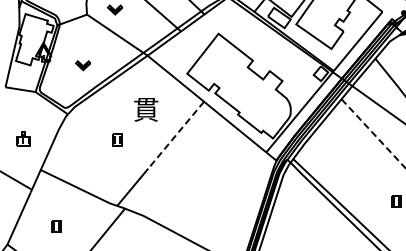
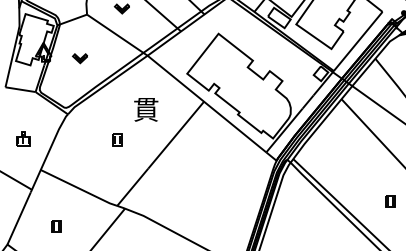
part at (114, 9) position: (114, 9) -> (121, 8)
part at (82, 65) position: (82, 65) -> (79, 58)
line at (374, 134): dashed -> solid
line at (176, 135): dashed -> solid
part at (396, 201) position: (396, 201) -> (390, 201)
